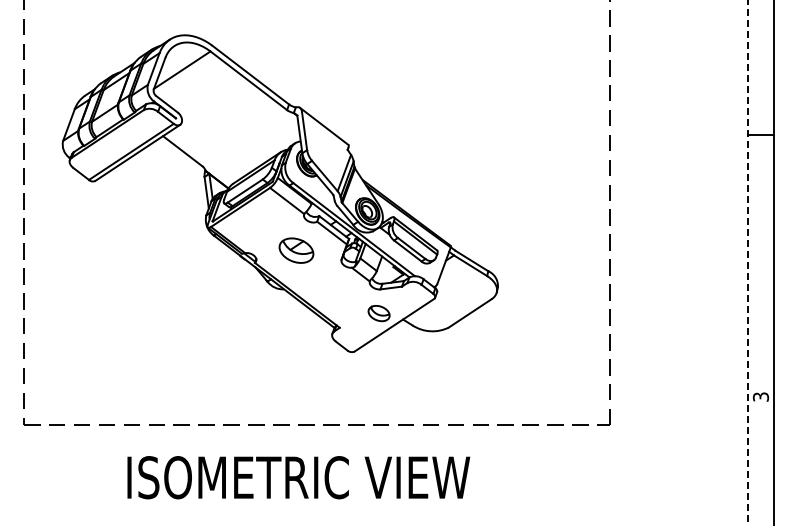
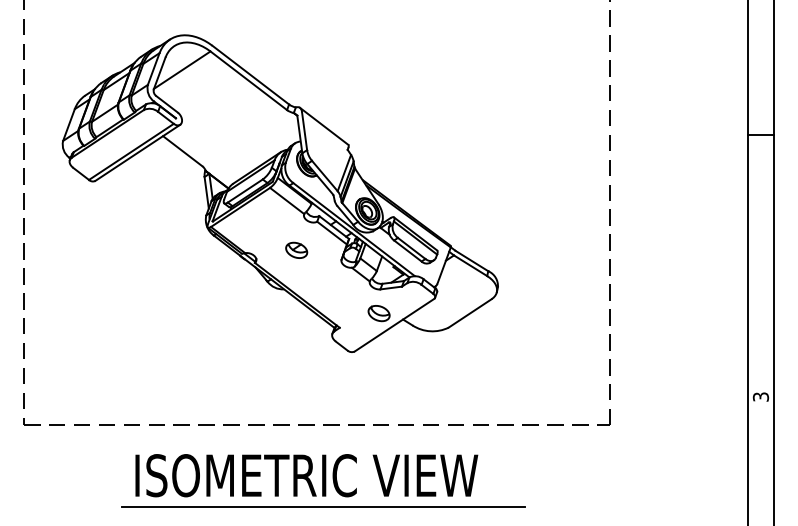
part at (296, 250) size: 37x27 px -> 24x18 px
line at (747, 262): dashed -> solid
text at (298, 477) position: (298, 477) -> (306, 475)
line at (323, 507): none -> present
